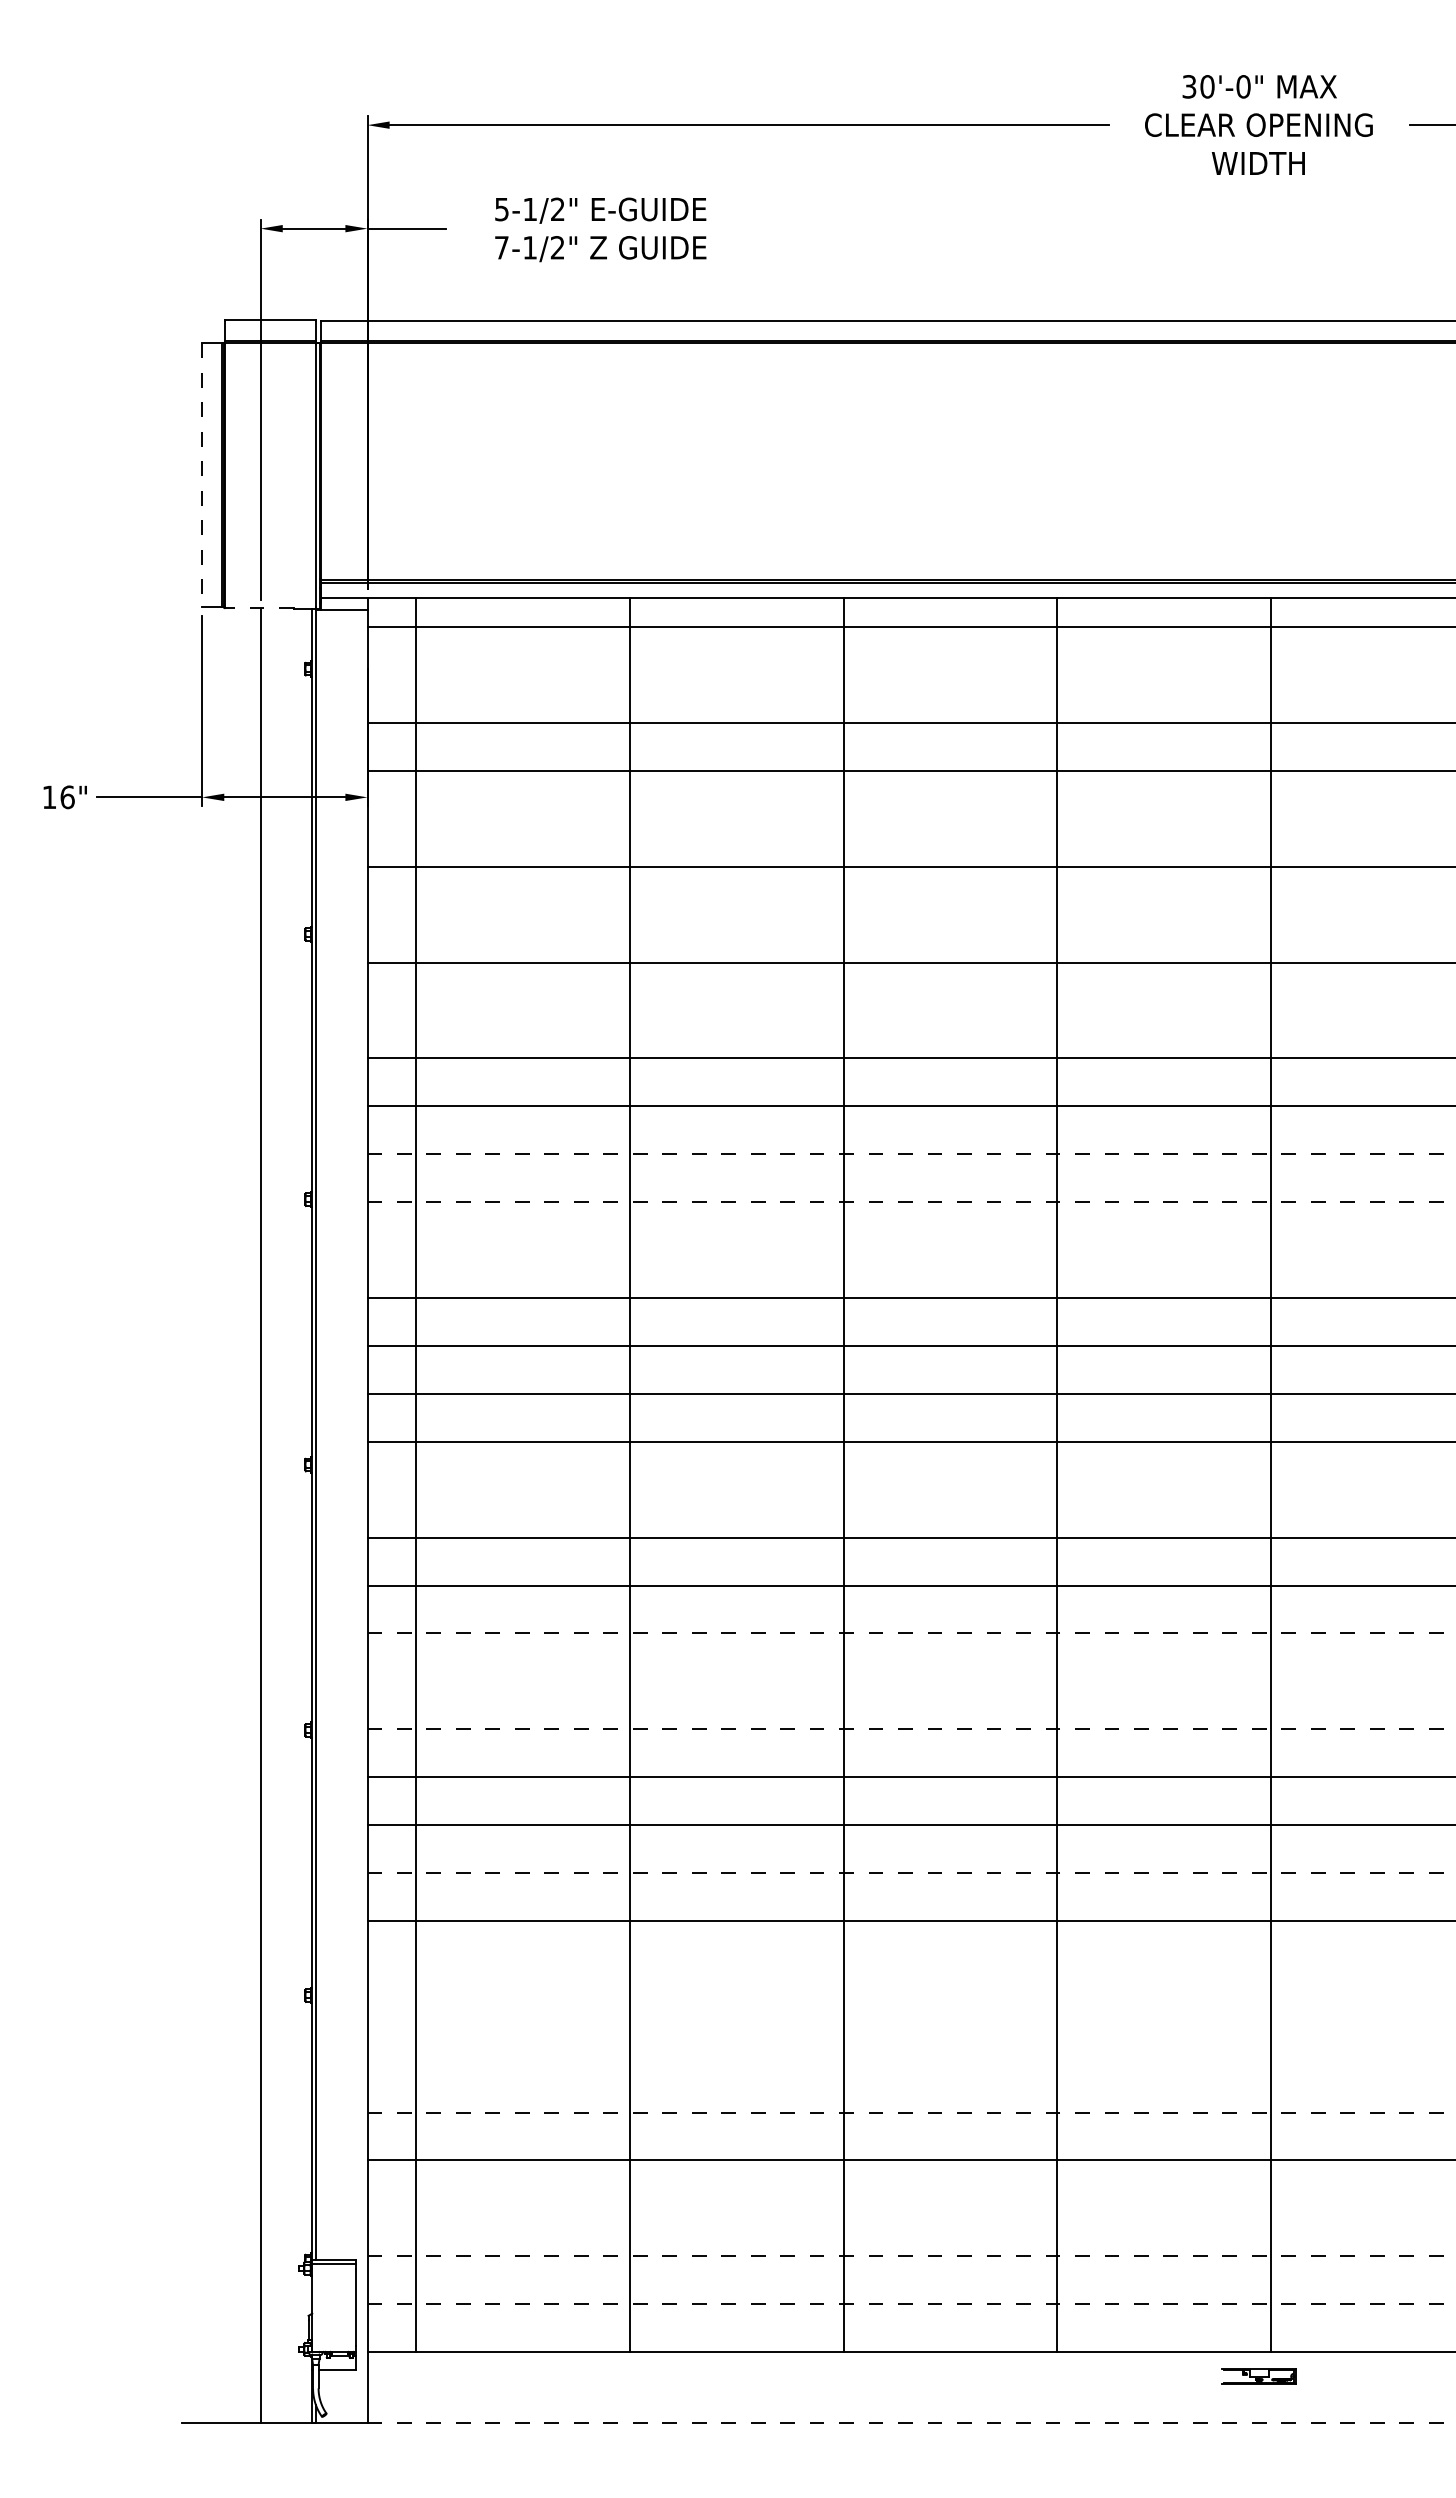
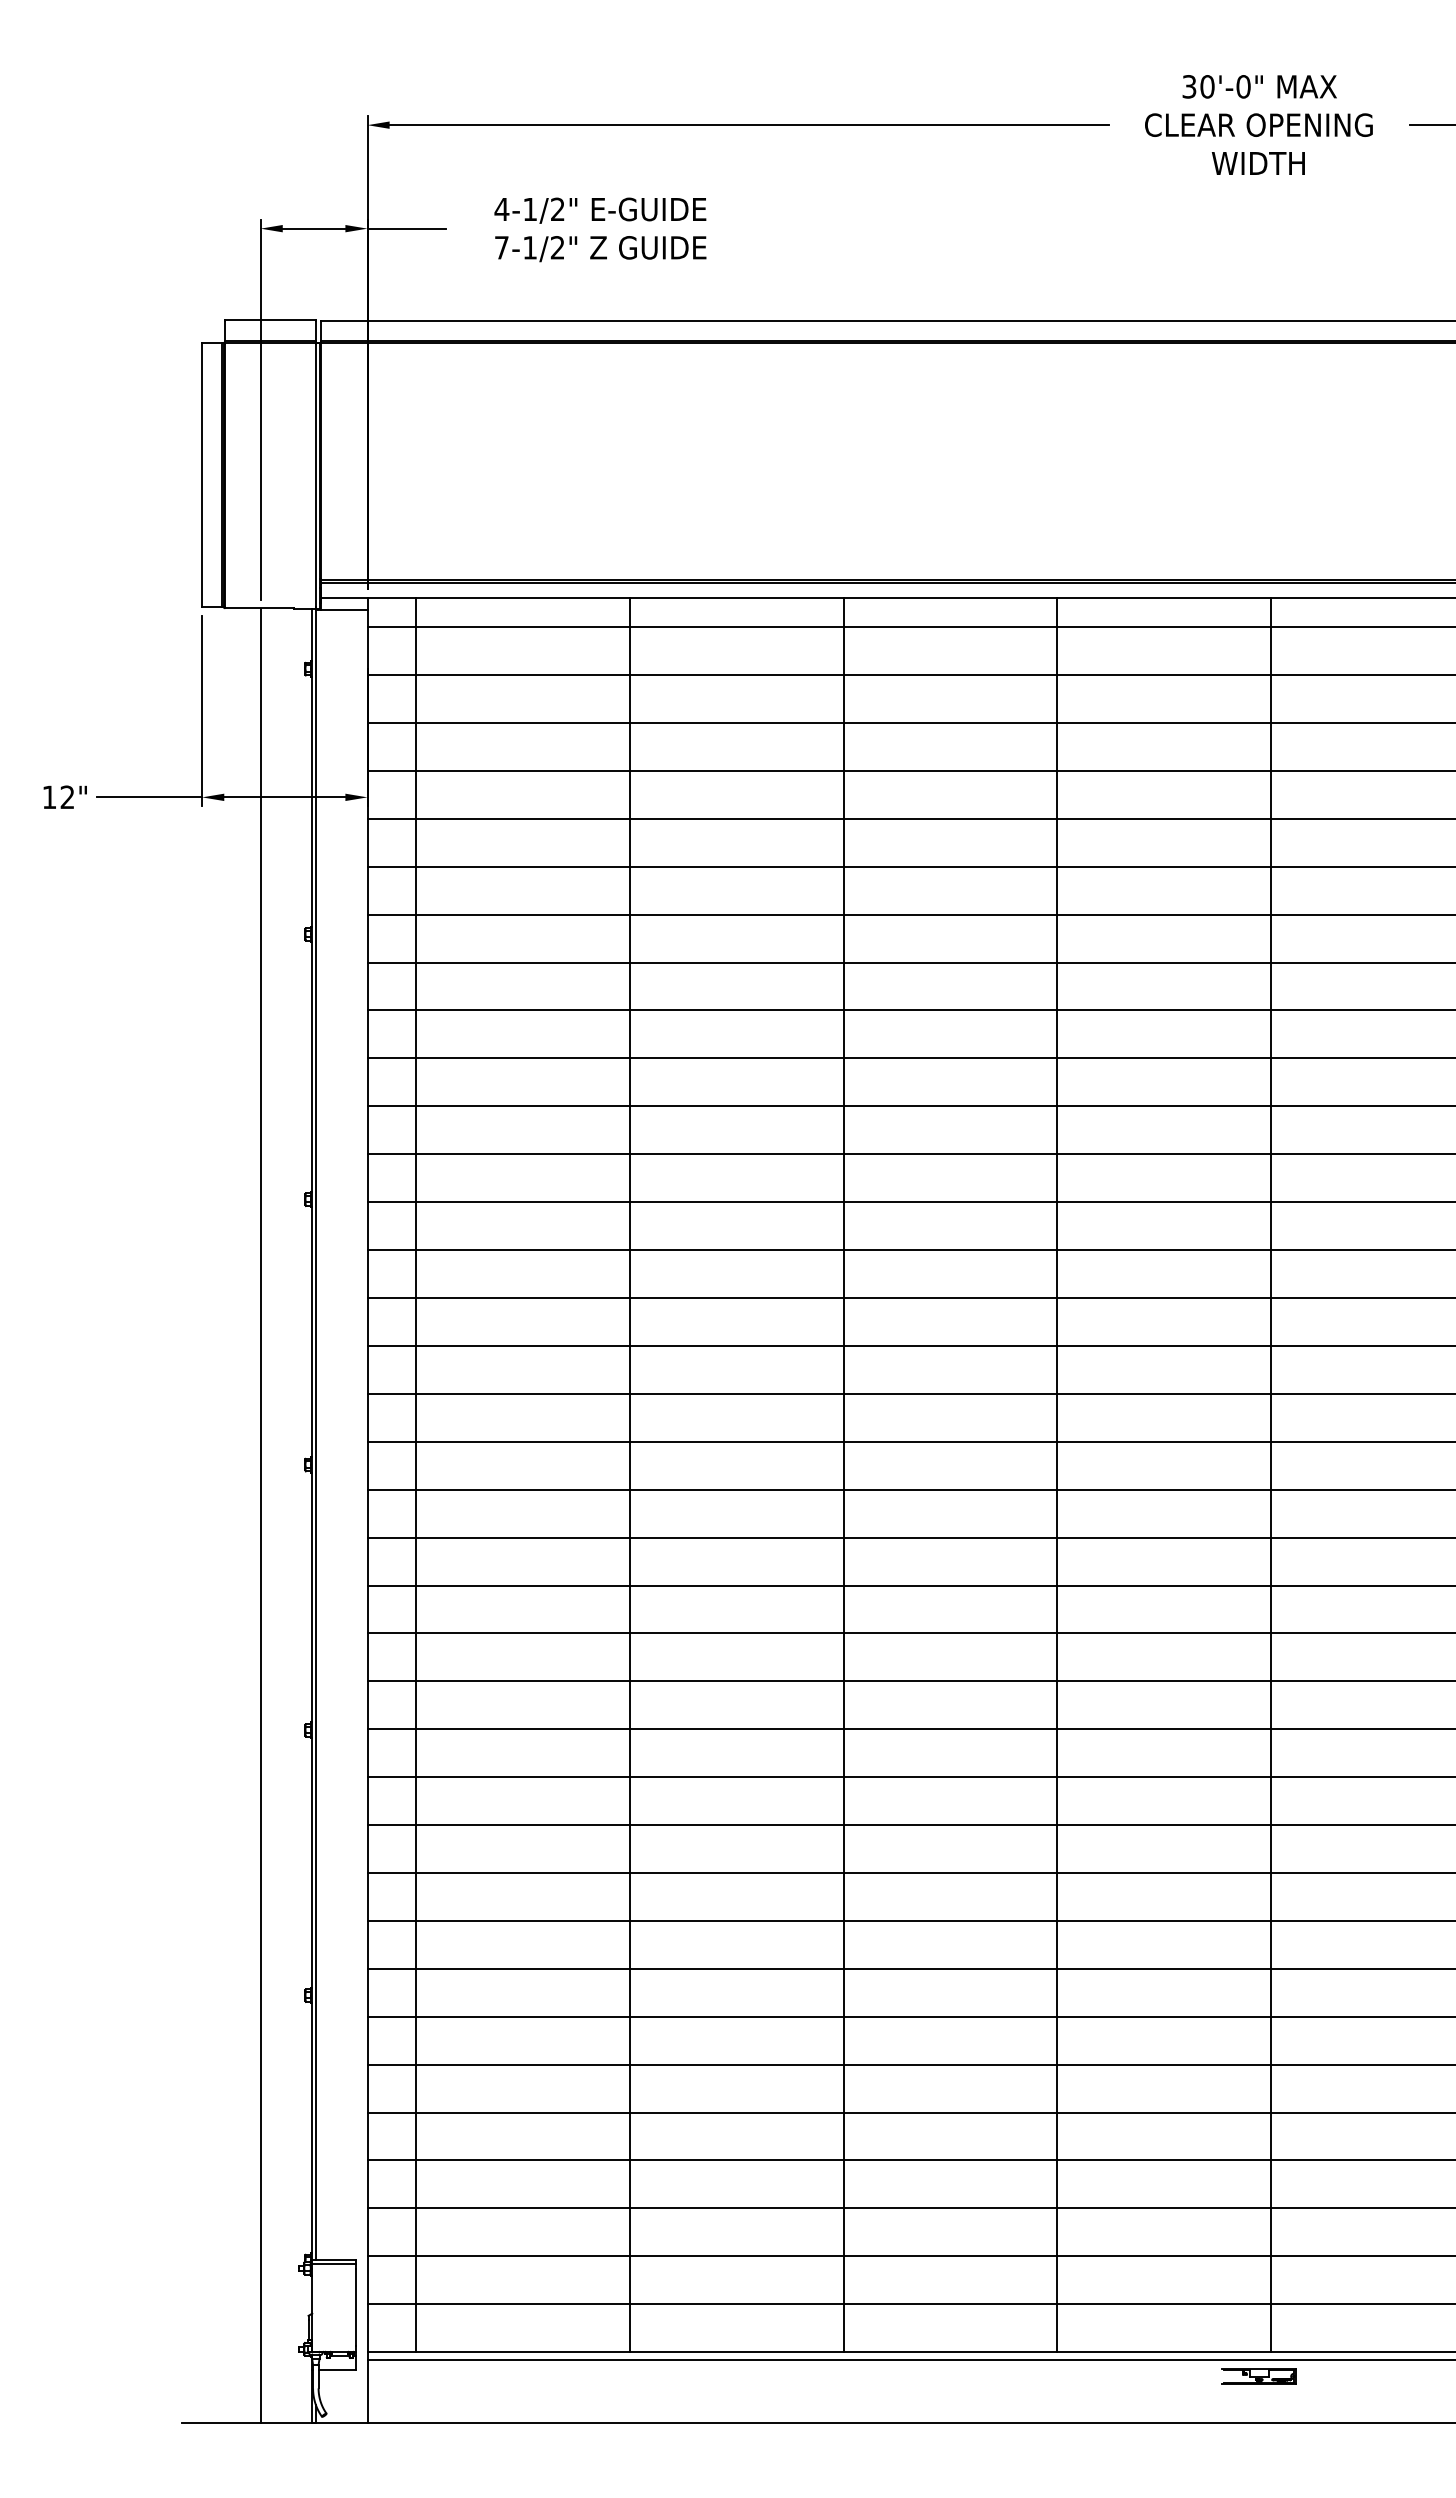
text at (501, 209): 5-1/2" -> 4-1/2"
line at (201, 475): dashed -> solid
line at (259, 608): dashed -> solid
line at (909, 675): none -> present
text at (67, 797): 16" -> 12"
line at (909, 818): none -> present
line at (909, 914): none -> present
line at (909, 1010): none -> present
line at (911, 1154): dashed -> solid
line at (911, 1202): dashed -> solid
line at (909, 1250): none -> present
line at (909, 1489): none -> present
line at (911, 1633): dashed -> solid
line at (909, 1681): none -> present
line at (911, 1729): dashed -> solid
line at (911, 1872): dashed -> solid
line at (909, 1968): none -> present
line at (909, 2016): none -> present
line at (909, 2064): none -> present
line at (911, 2112): dashed -> solid
line at (909, 2208): none -> present
line at (911, 2256): dashed -> solid
line at (911, 2304): dashed -> solid
line at (909, 2359): none -> present
line at (911, 2423): dashed -> solid
